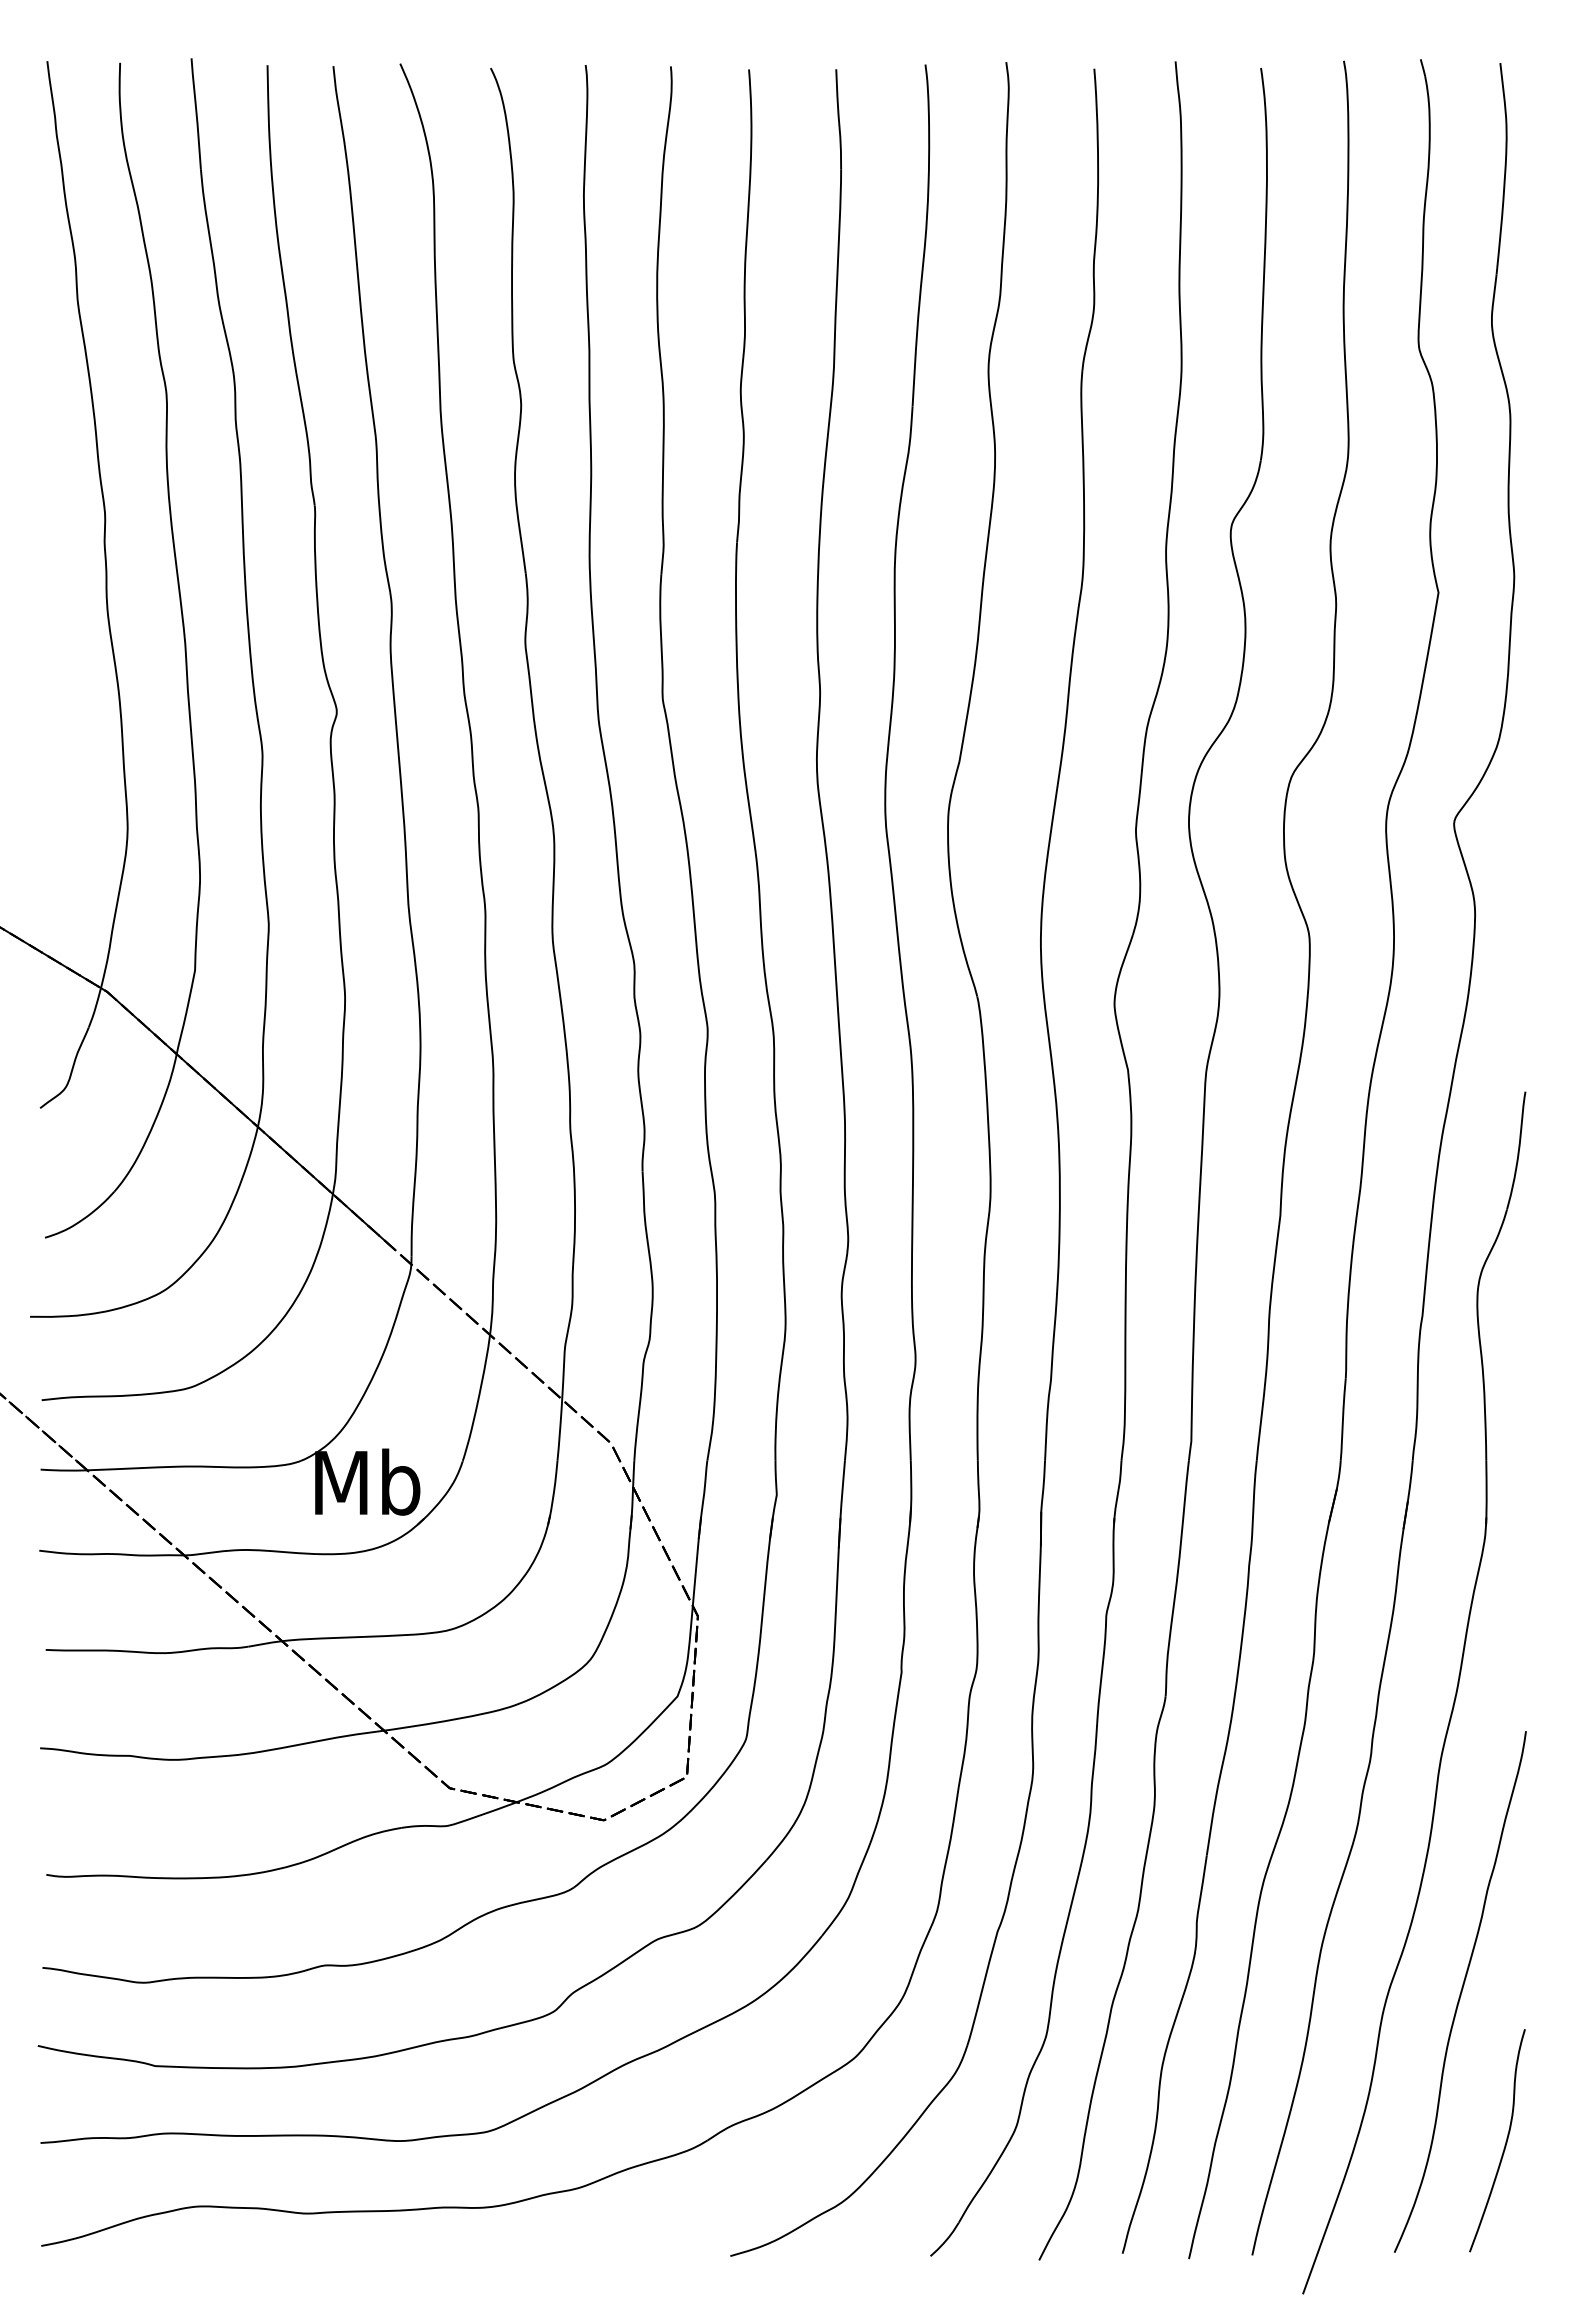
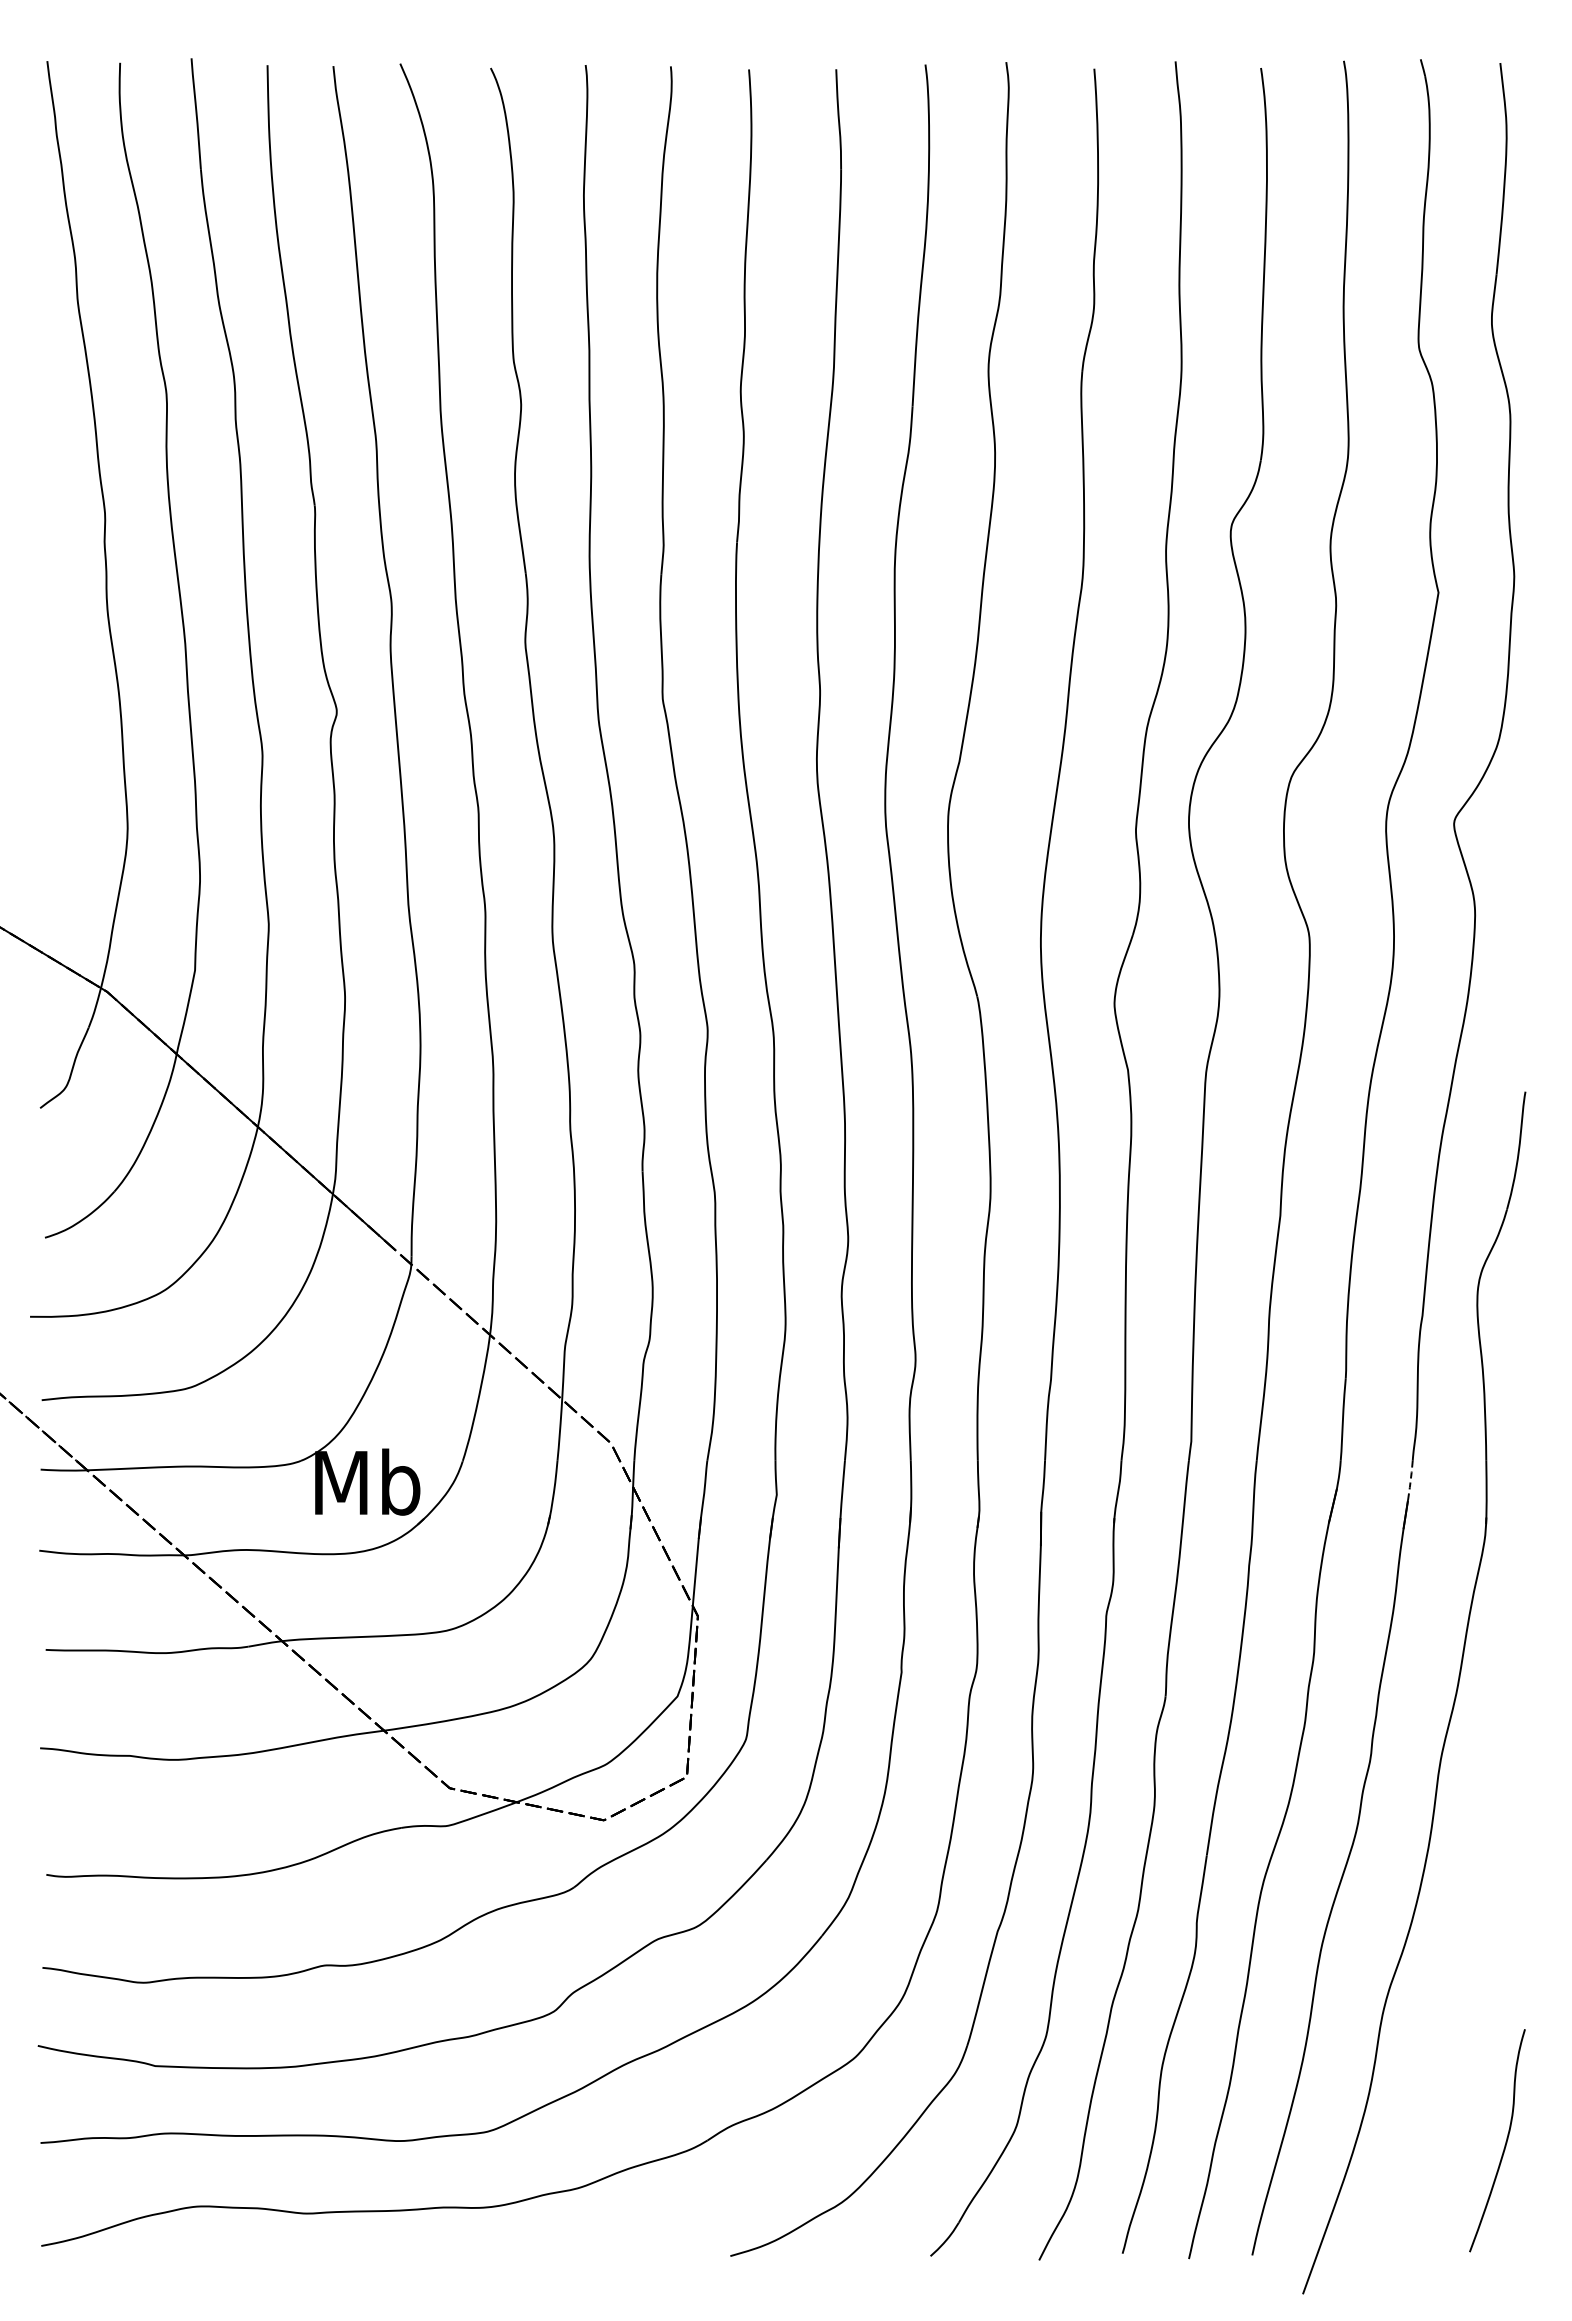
line at (1410, 1480): solid -> dashed
curve at (1460, 1991): present -> none
